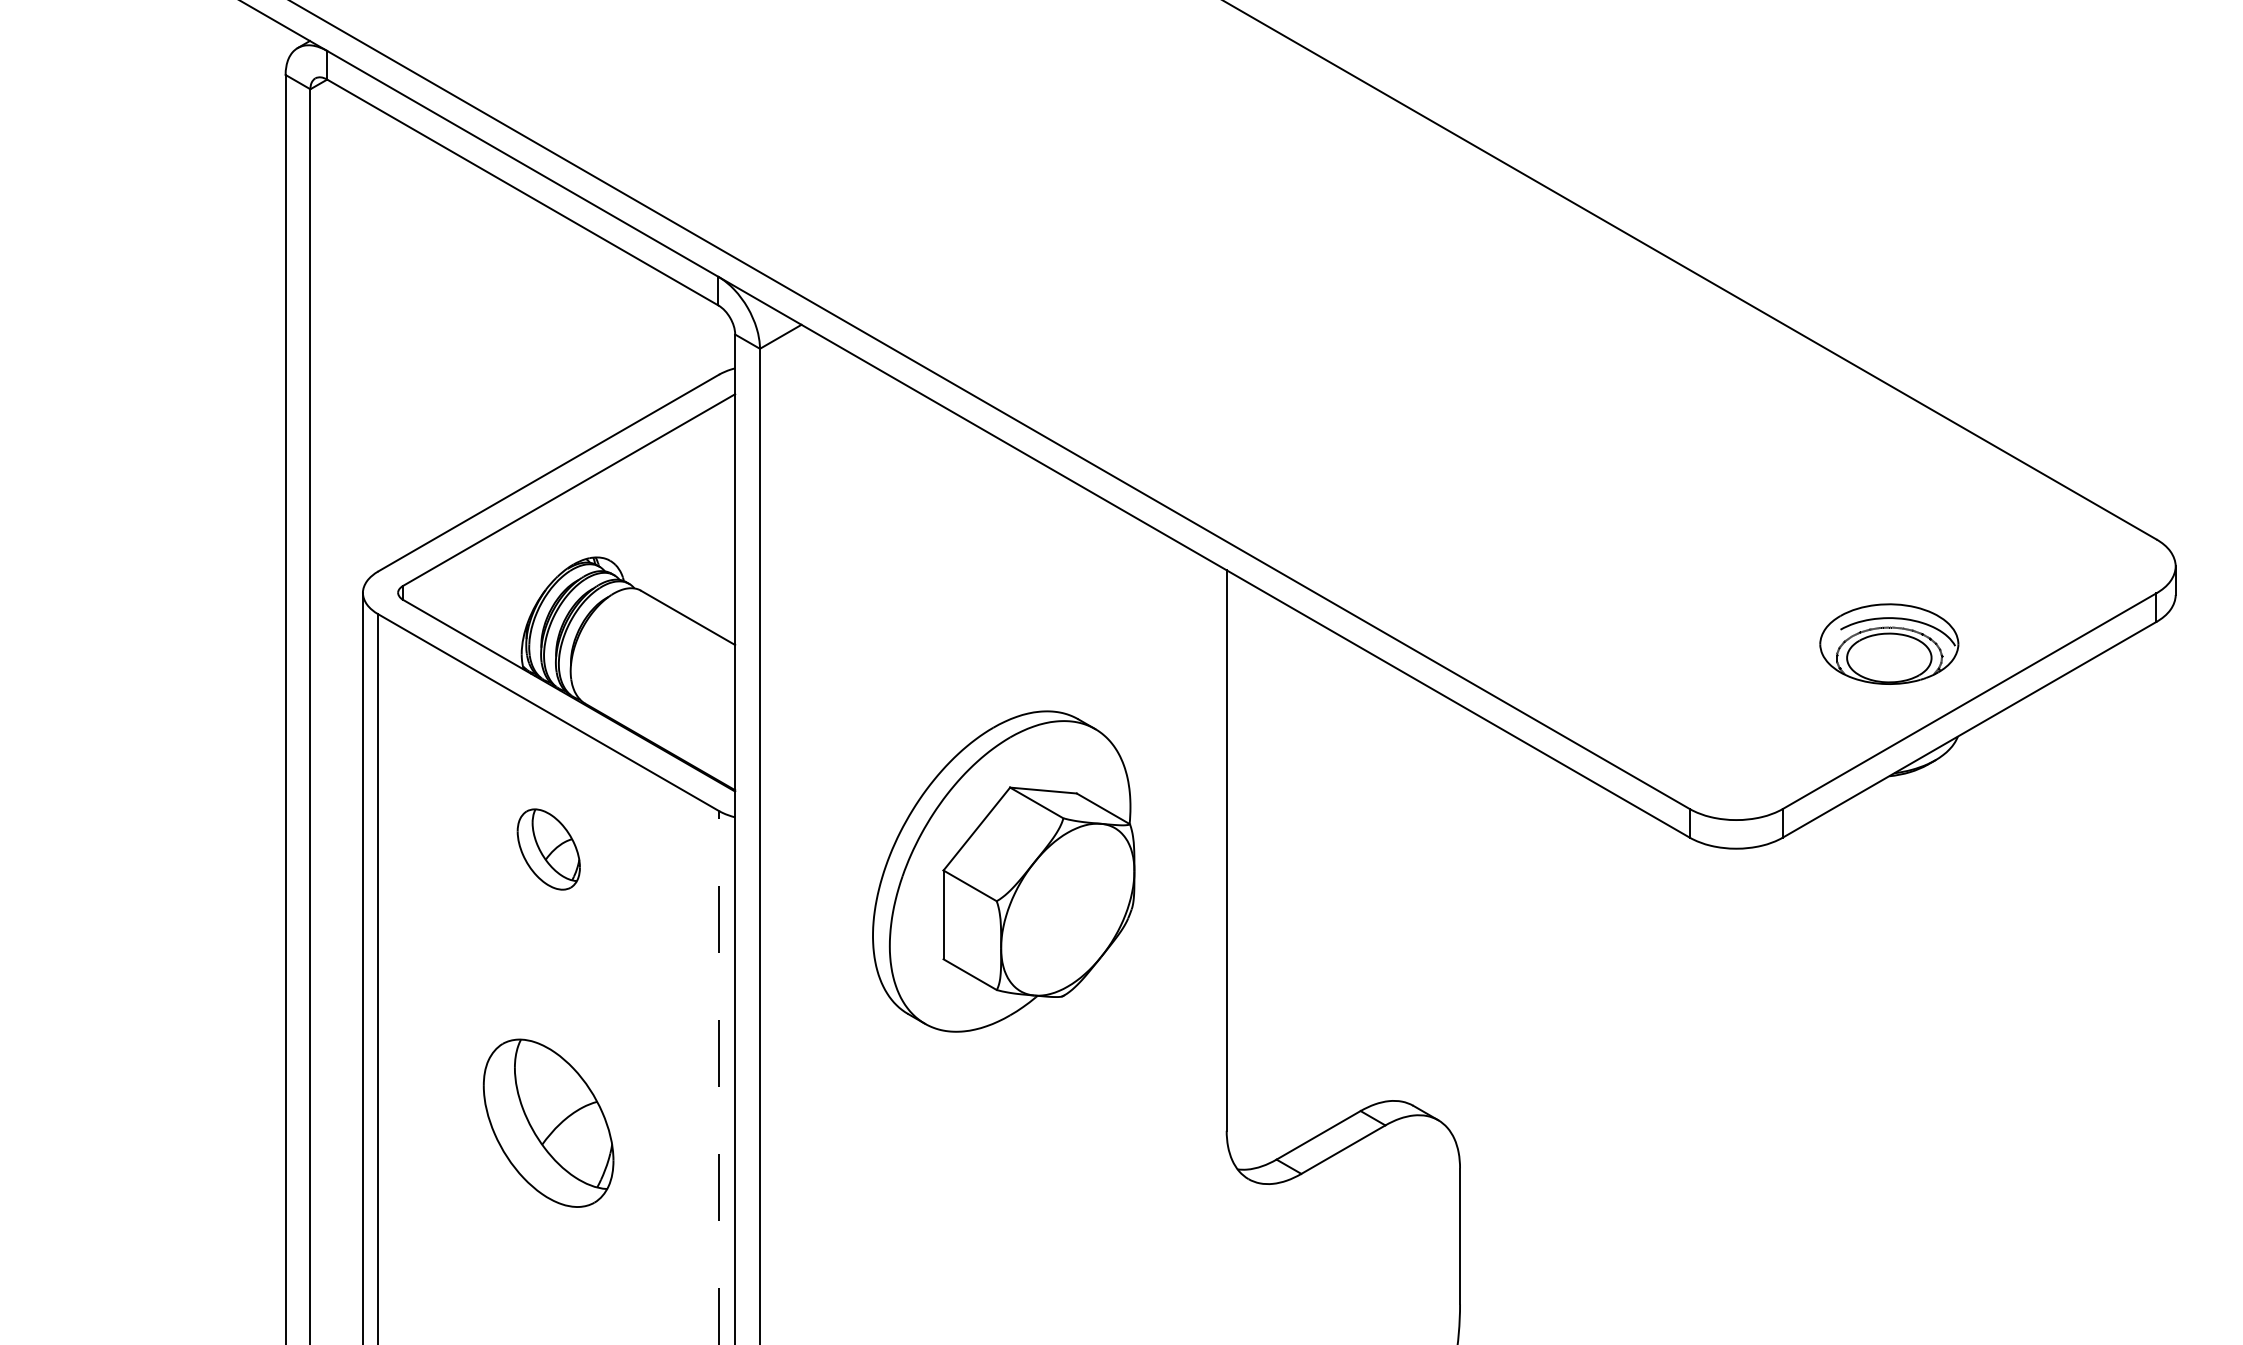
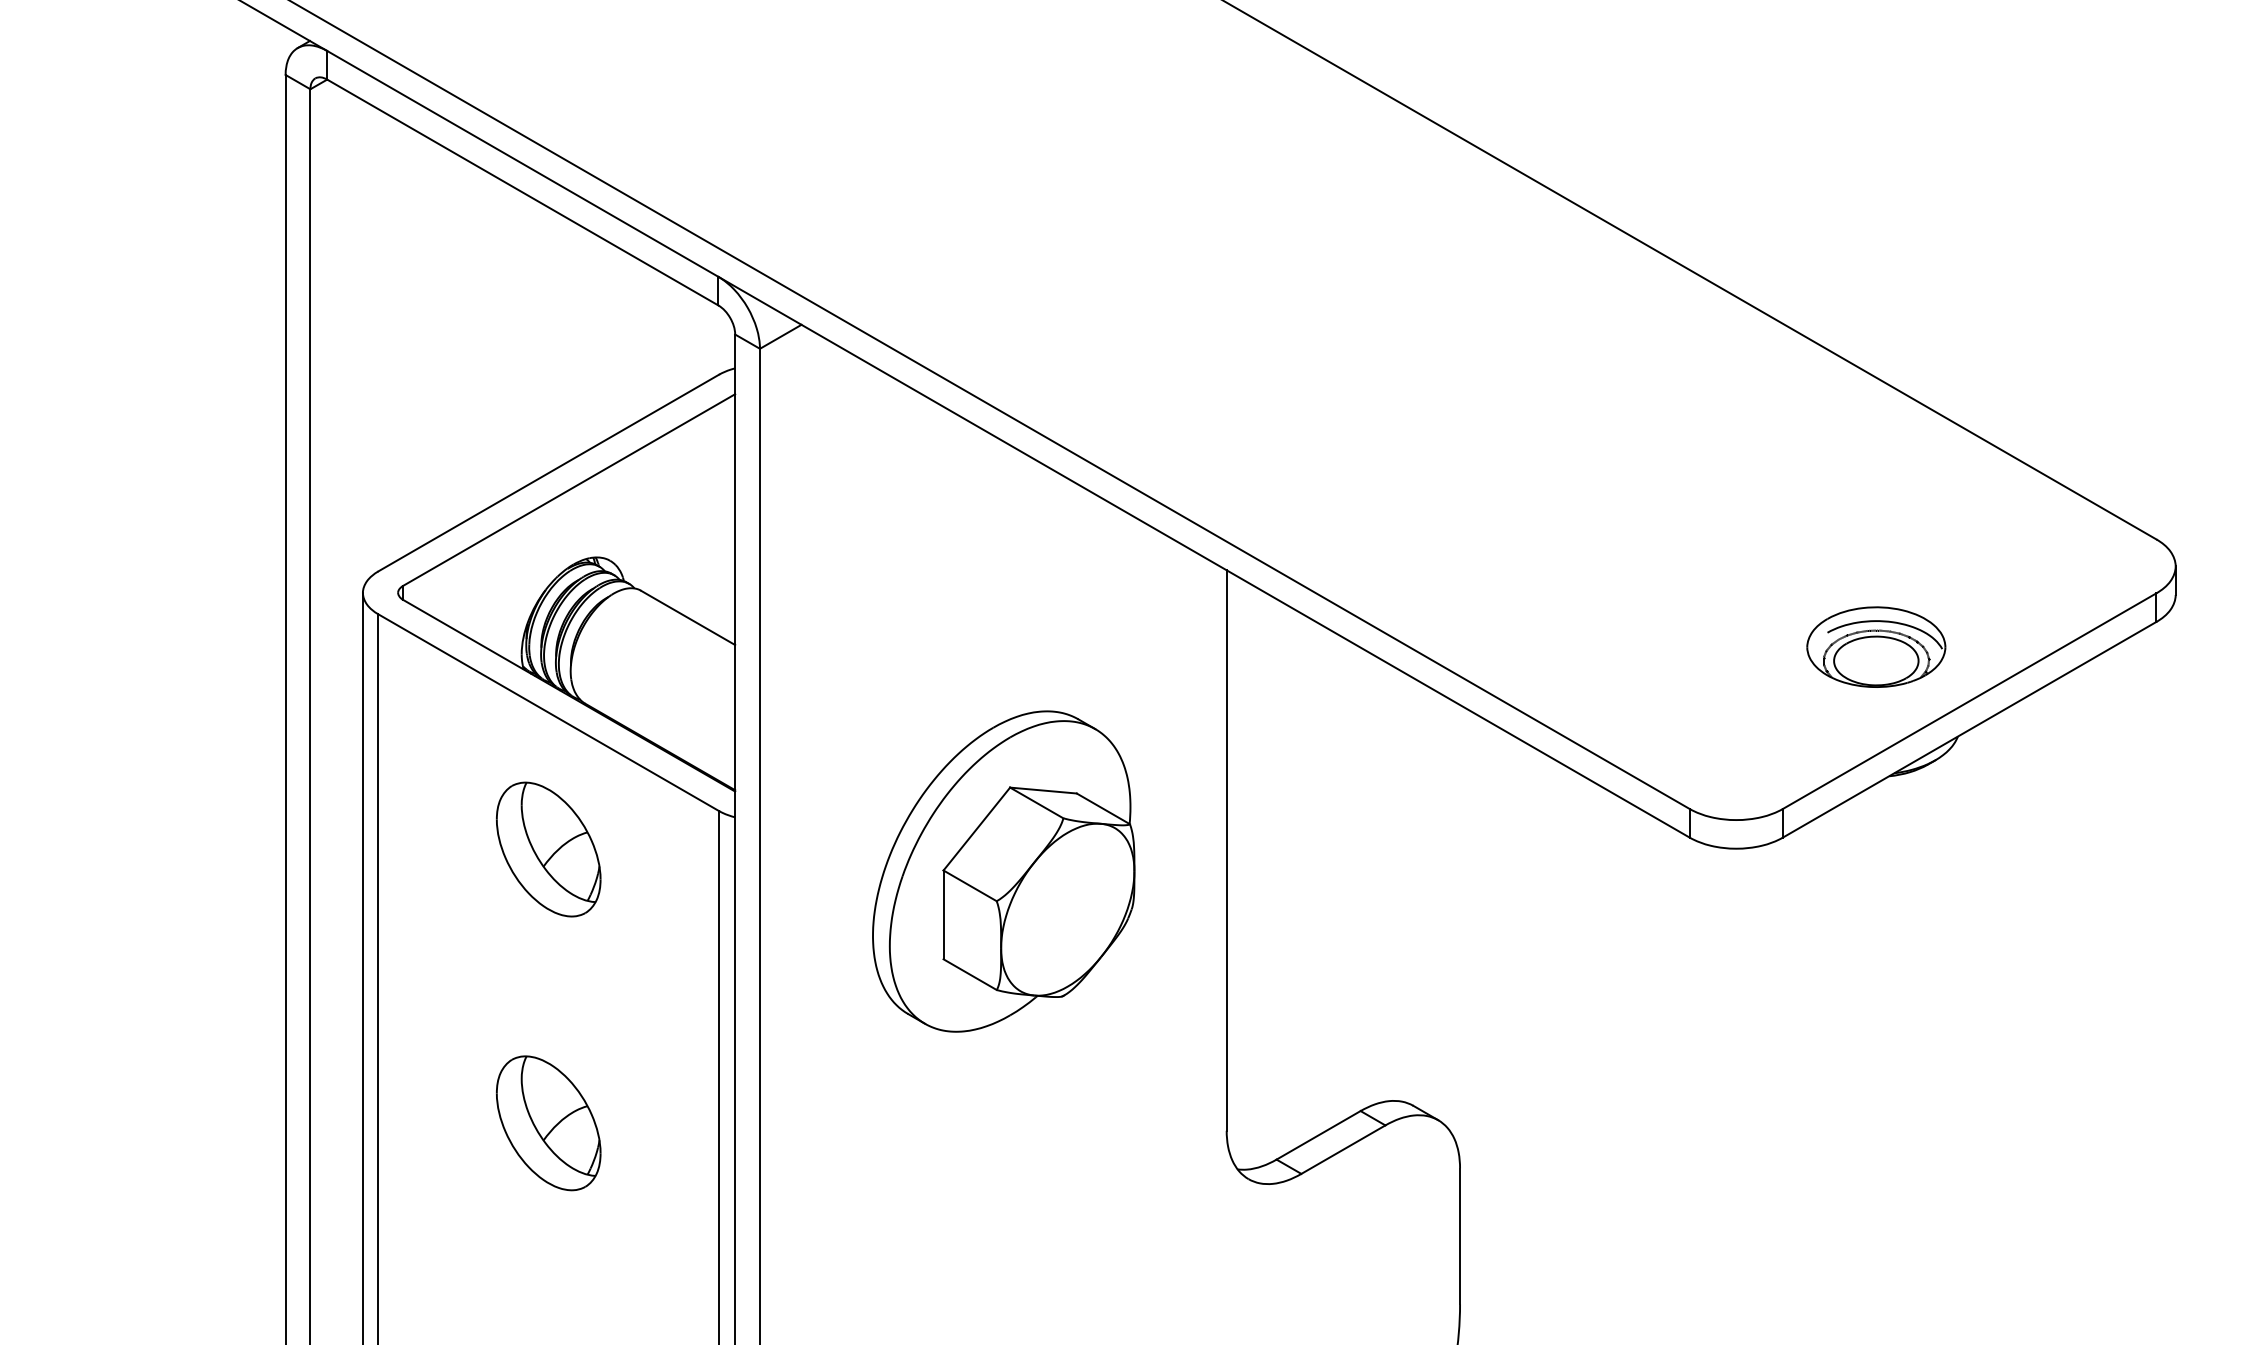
part at (1889, 643) position: (1889, 643) -> (1876, 646)
part at (548, 849) size: 65x83 px -> 106x137 px
line at (719, 1077): dashed -> solid
part at (548, 1122) size: 133x170 px -> 106x137 px
